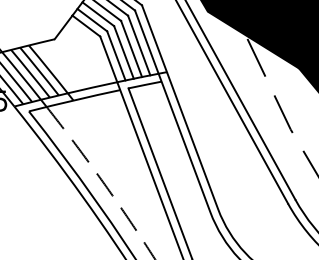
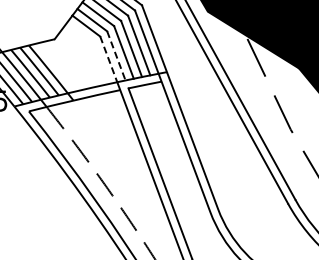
line at (116, 56): solid -> dashed
line at (108, 59): solid -> dashed
